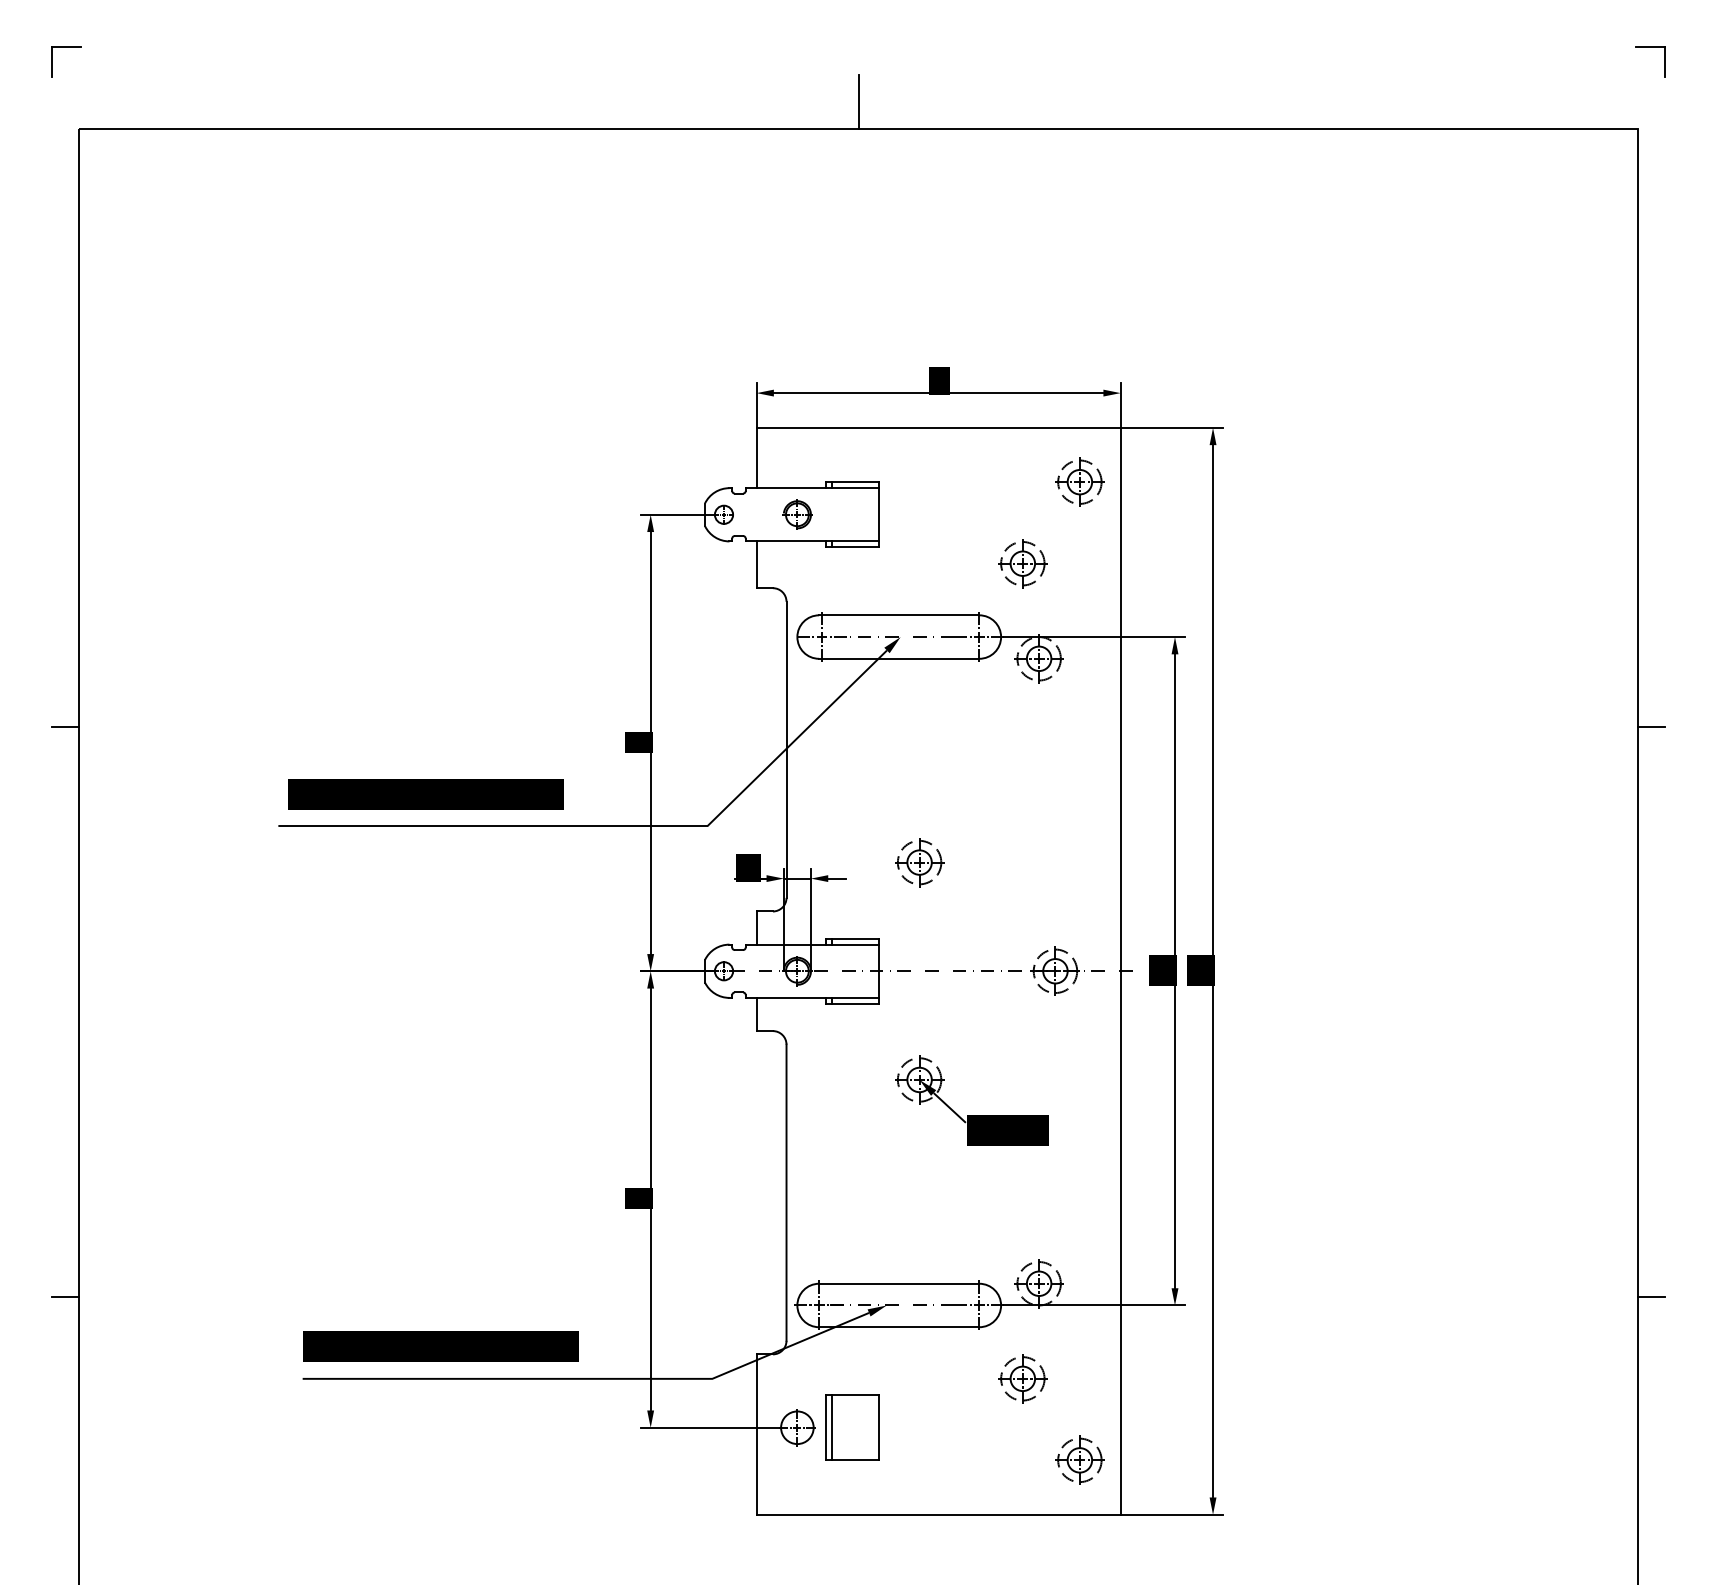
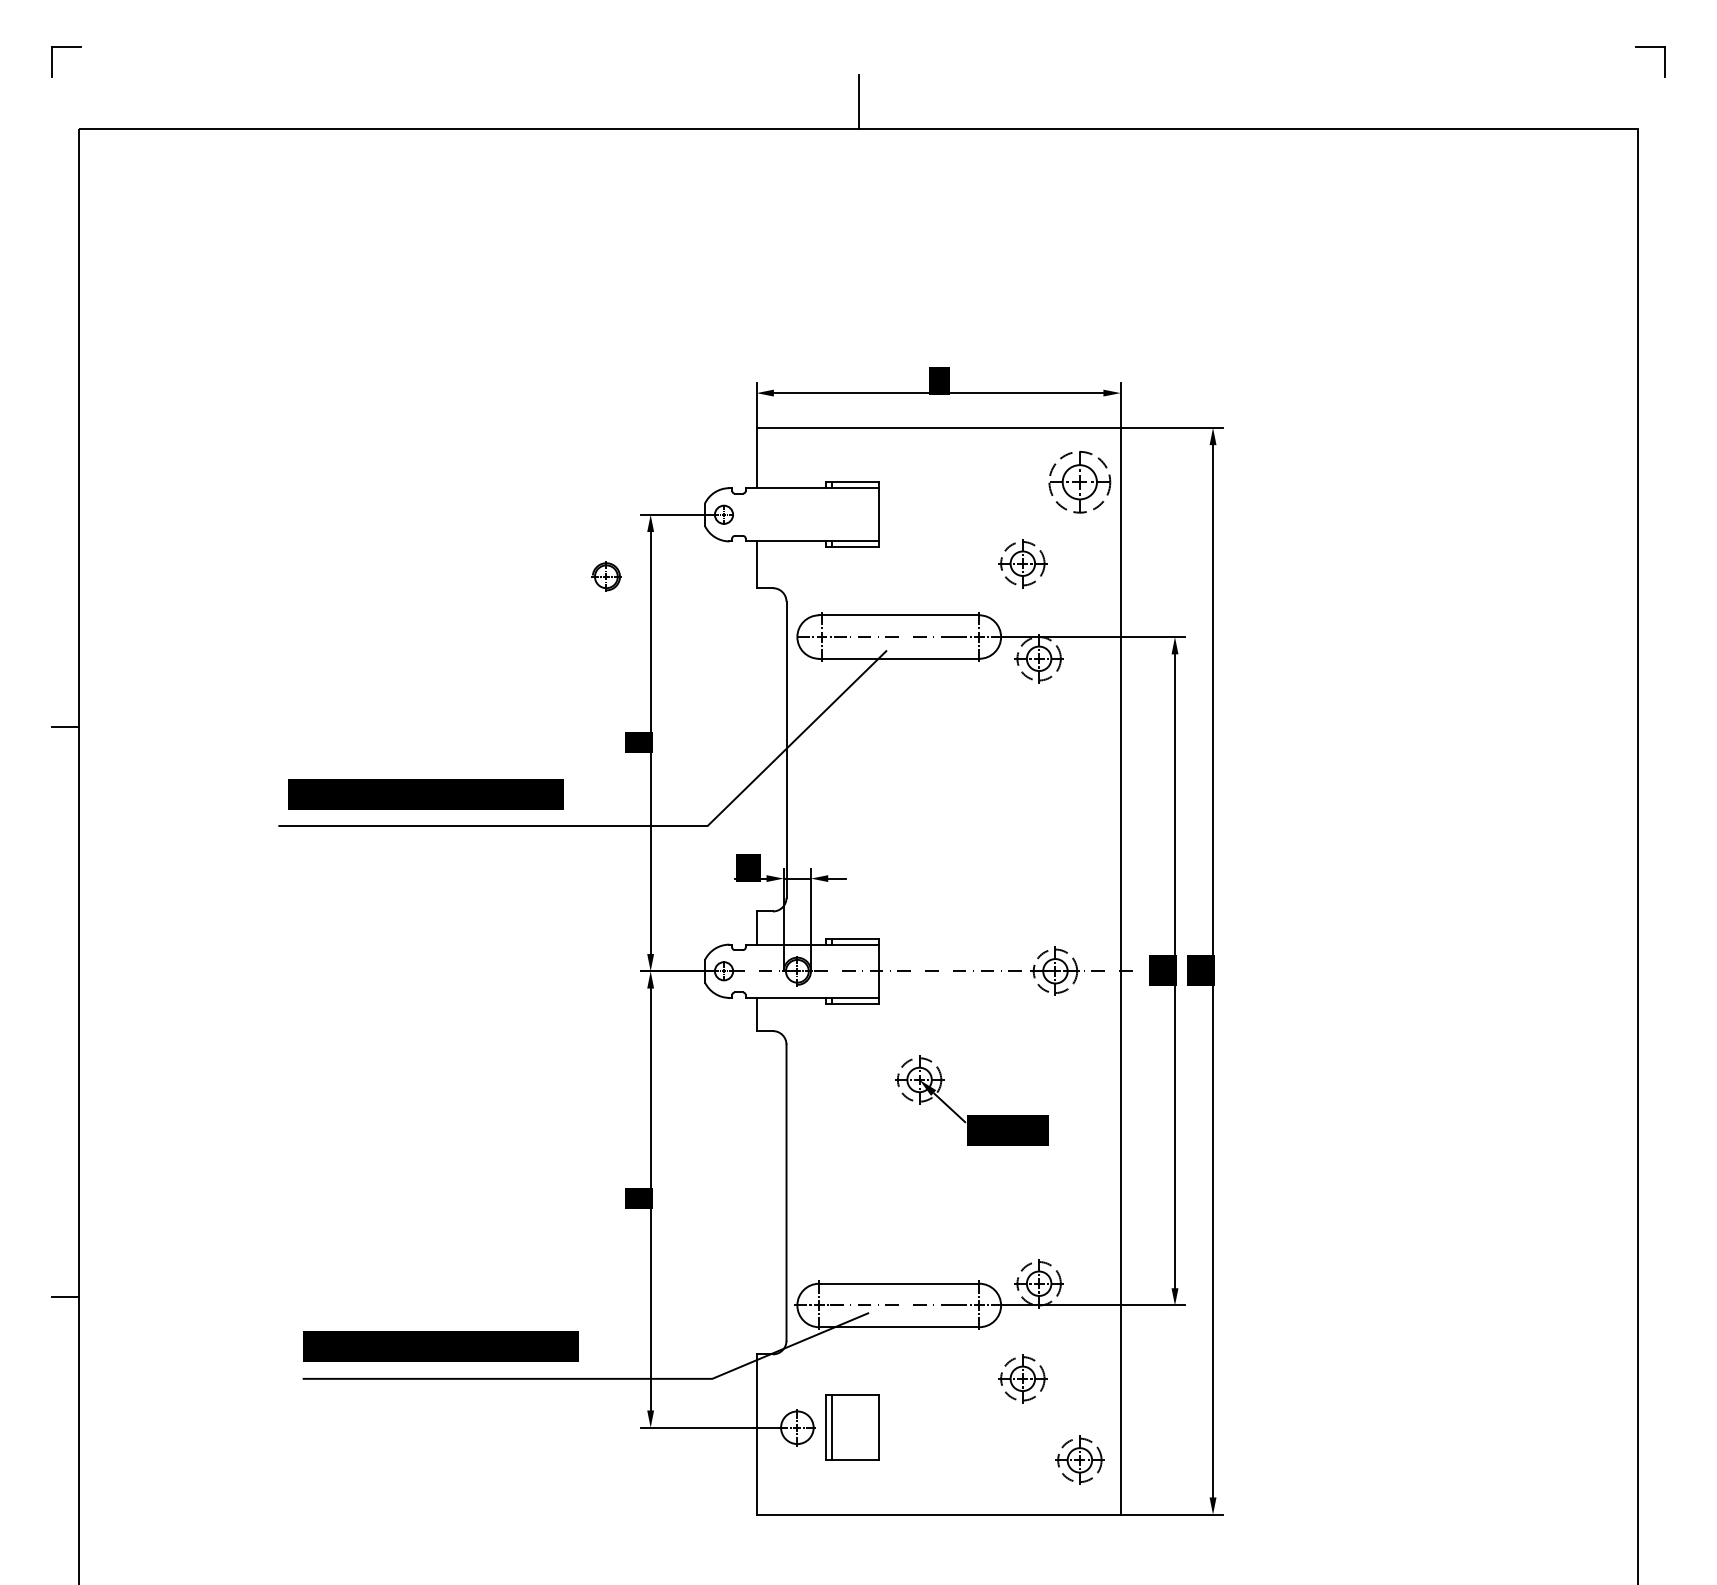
part at (1079, 481) size: 50x50 px -> 64x63 px
part at (797, 514) position: (797, 514) -> (606, 576)
fill at (892, 645): present -> none
line at (1651, 726): present -> none
part at (919, 862): present -> none
line at (1651, 1297): present -> none
fill at (876, 1310): present -> none
